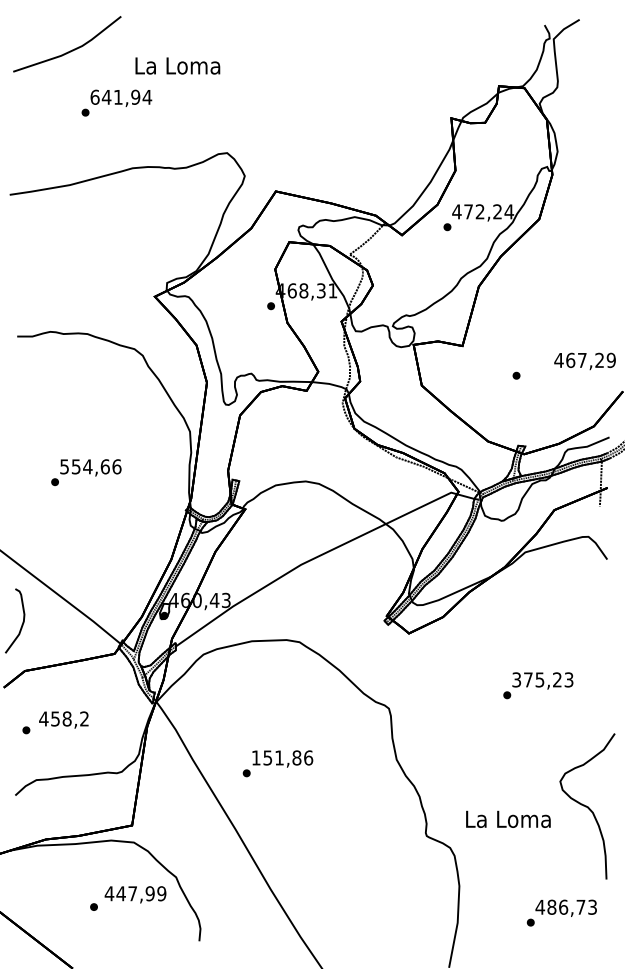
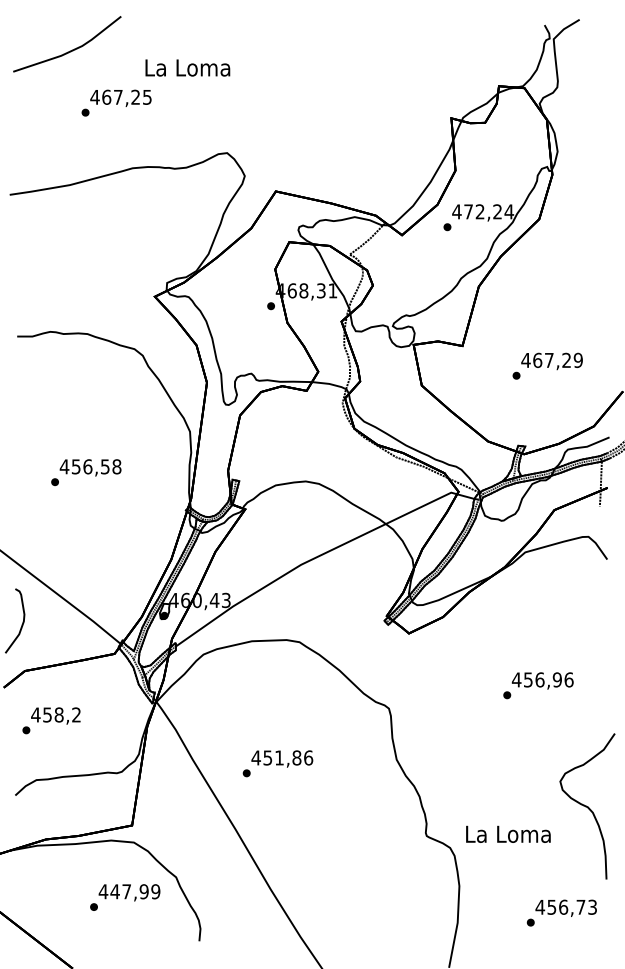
text at (177, 65) position: (177, 65) -> (187, 67)
text at (121, 96): 641,94 -> 467,25
text at (584, 361) position: (584, 361) -> (551, 361)
text at (90, 466): 554,66 -> 456,58
text at (542, 679): 375,23 -> 456,96
text at (63, 719) position: (63, 719) -> (55, 715)
text at (255, 757): 151,86 -> 451,86
text at (508, 818) position: (508, 818) -> (508, 833)
text at (135, 894) position: (135, 894) -> (129, 892)
text at (551, 906): 486,73 -> 456,73
